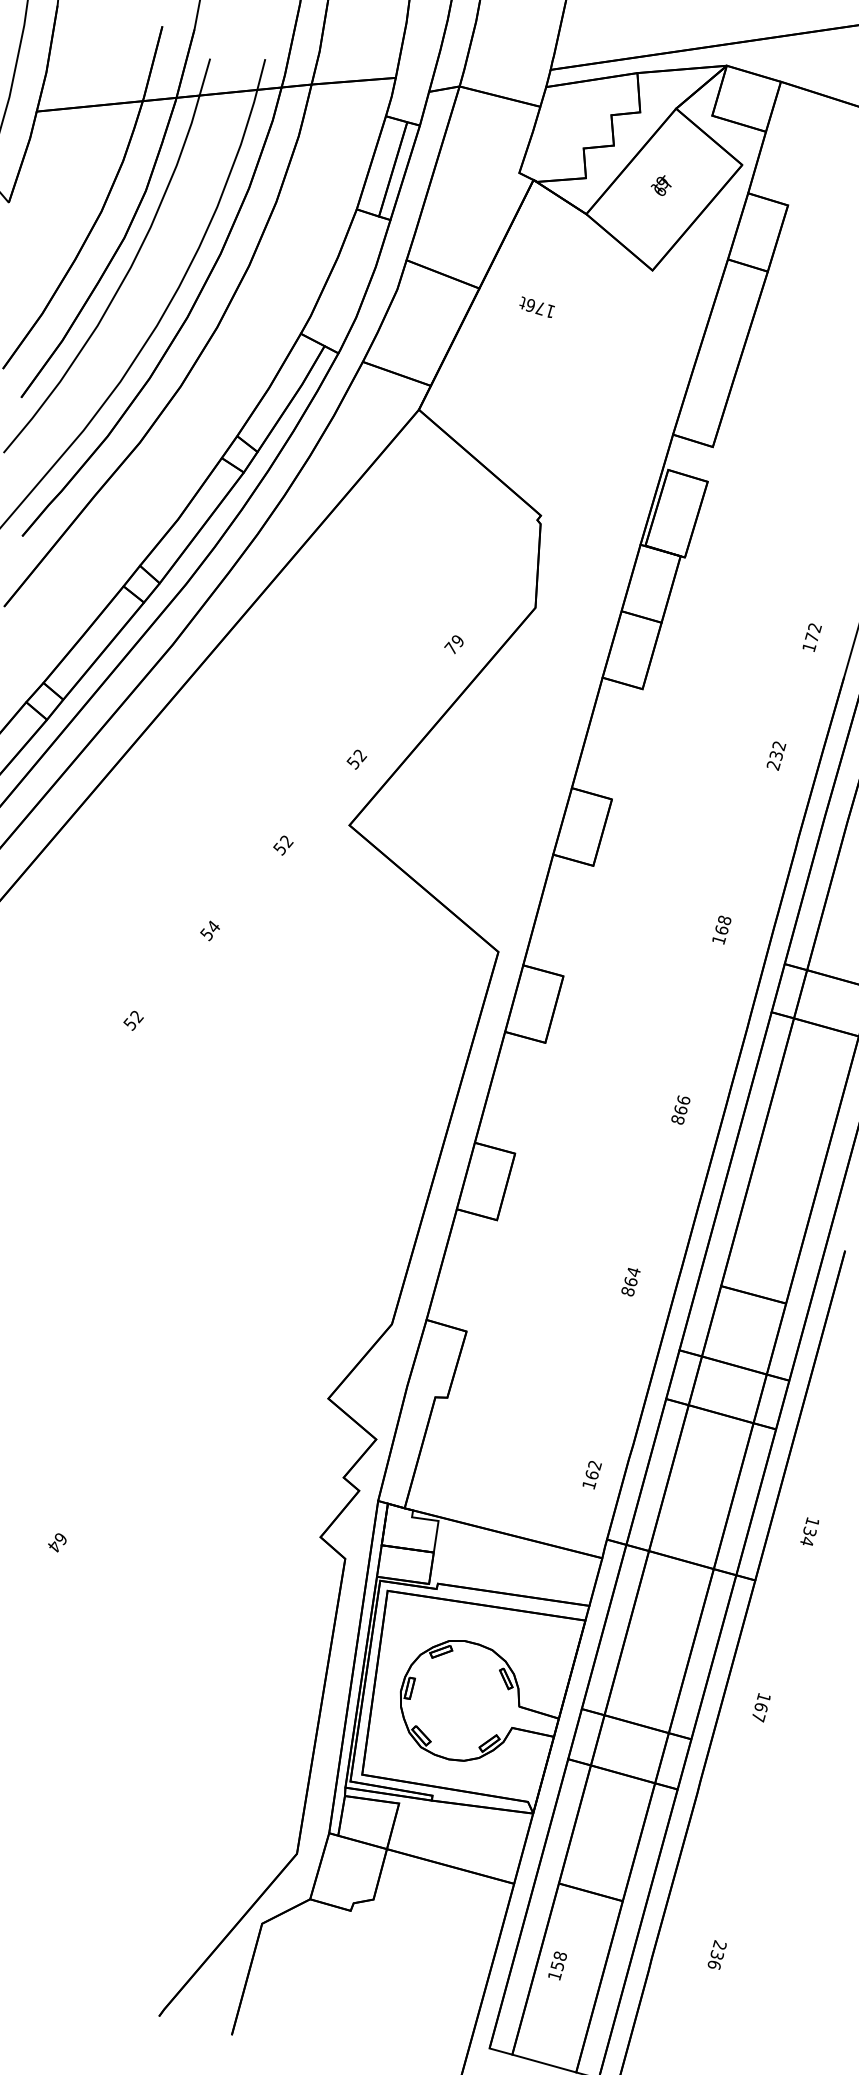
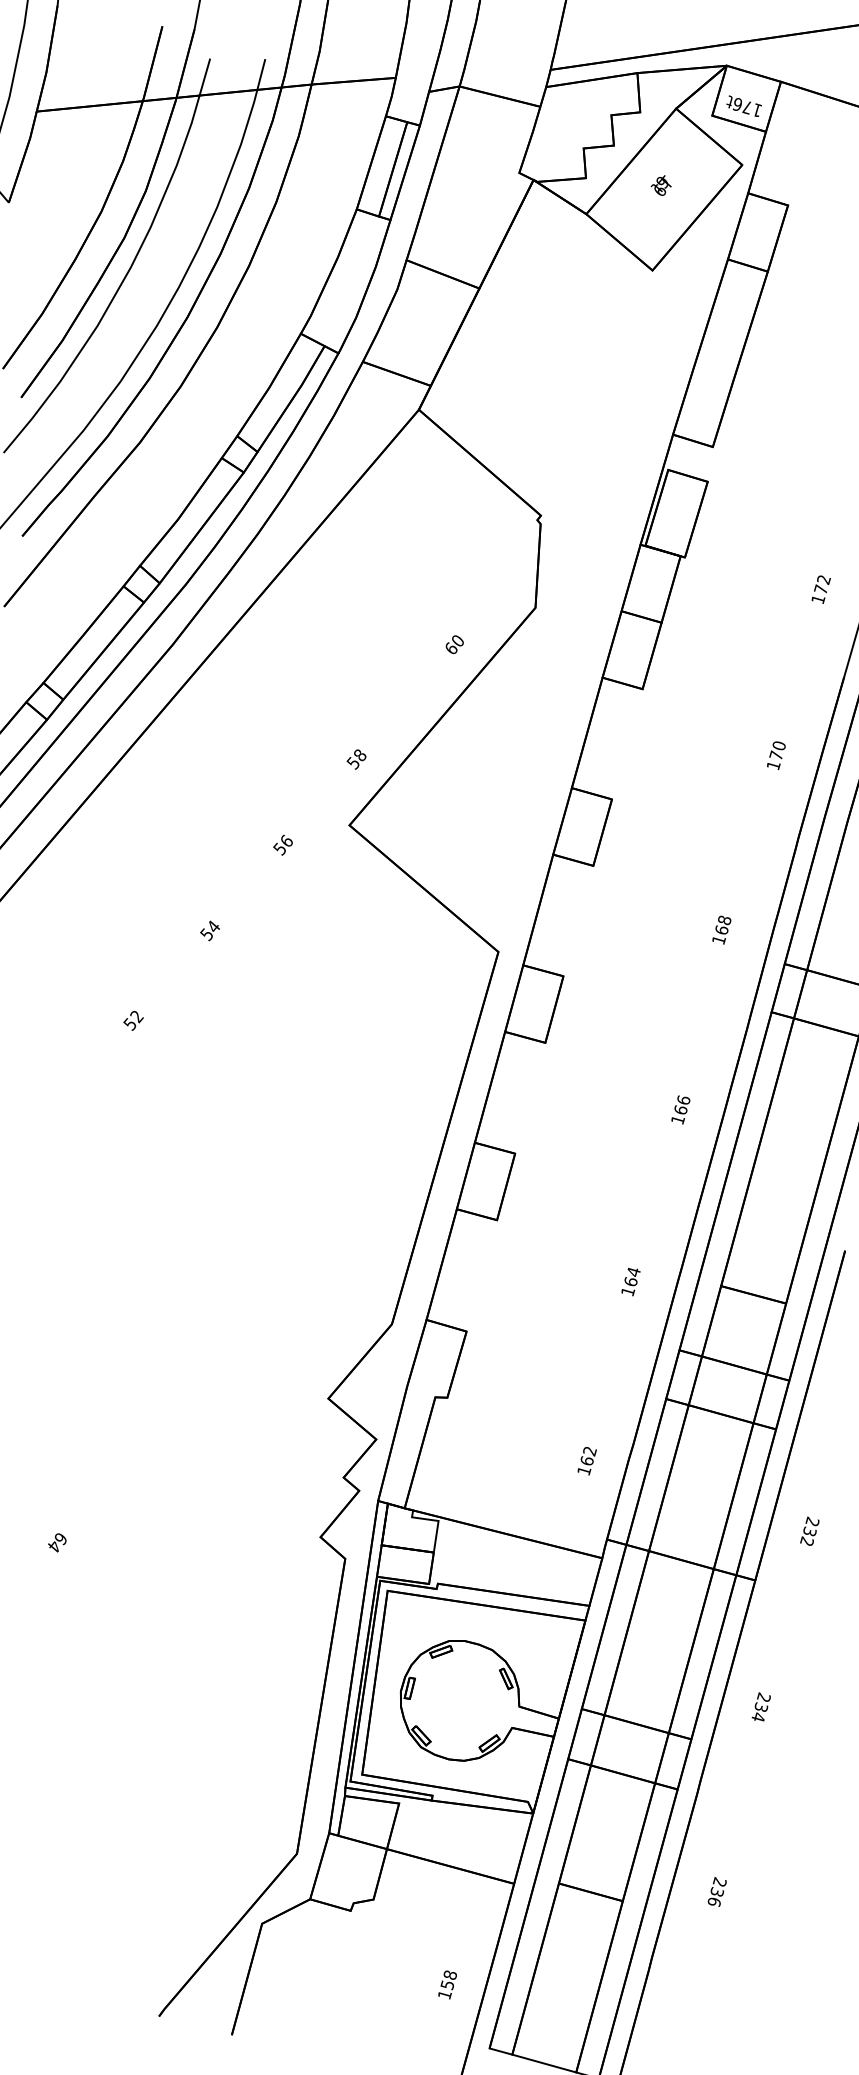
text at (536, 306) position: (536, 306) -> (743, 105)
text at (811, 637) position: (811, 637) -> (820, 589)
text at (453, 645): 79 -> 60
text at (360, 755): 52 -> 58
text at (776, 755): 232 -> 170
text at (286, 841): 52 -> 56
text at (678, 1119): 866 -> 166
text at (628, 1291): 864 -> 164
text at (591, 1475) position: (591, 1475) -> (586, 1461)
text at (809, 1530): 134 -> 232
text at (760, 1707): 167 -> 234
text at (716, 1954) position: (716, 1954) -> (716, 1891)
text at (557, 1965) position: (557, 1965) -> (447, 1984)
